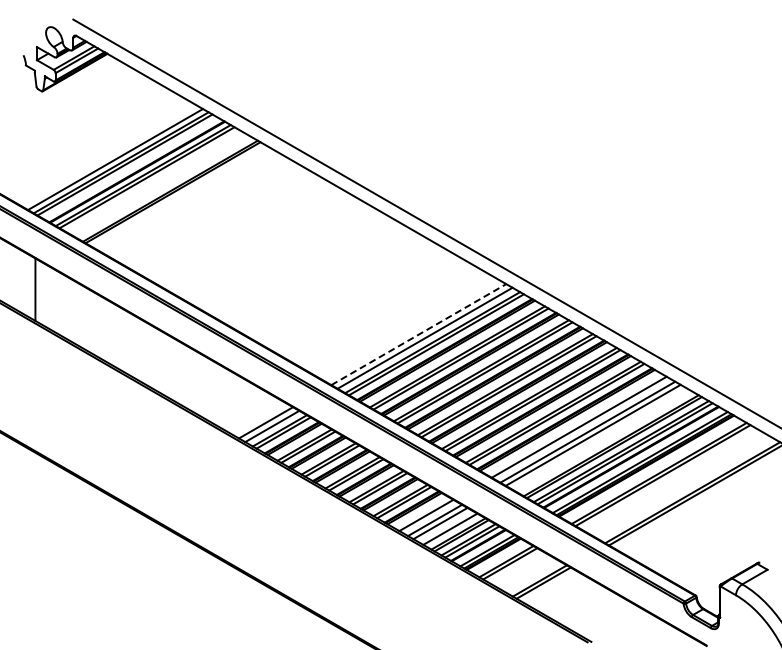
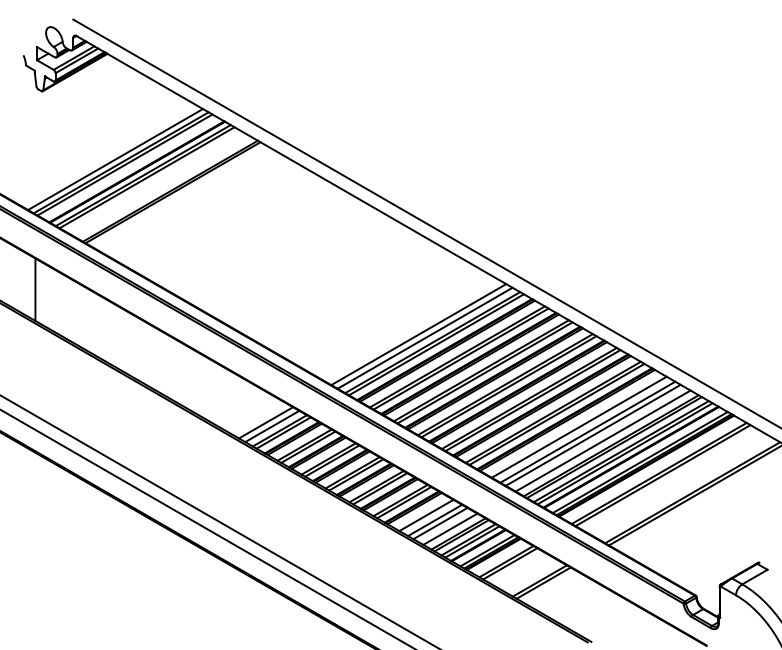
line at (418, 334): dashed -> solid
line at (602, 440): none -> present
line at (218, 521): none -> present
line at (206, 528): none -> present
